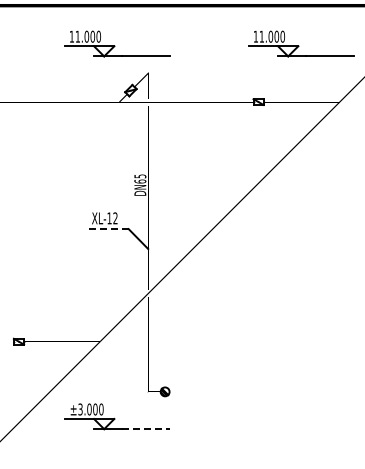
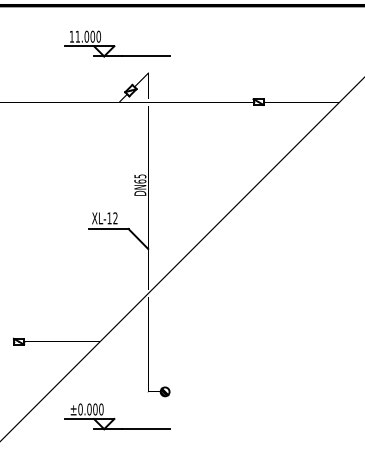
part at (301, 43): present -> none
line at (108, 229): dashed -> solid
text at (80, 409): ±3.000 -> ±0.000
line at (146, 429): dashed -> solid
